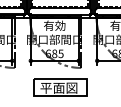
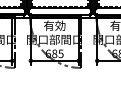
part at (60, 87): present -> none
